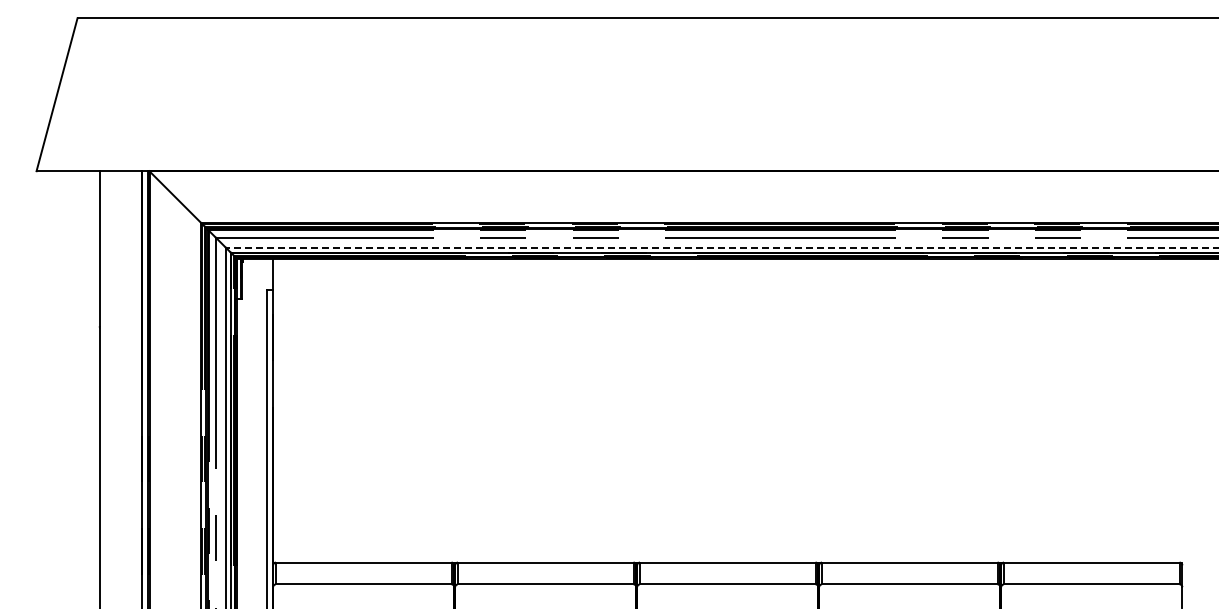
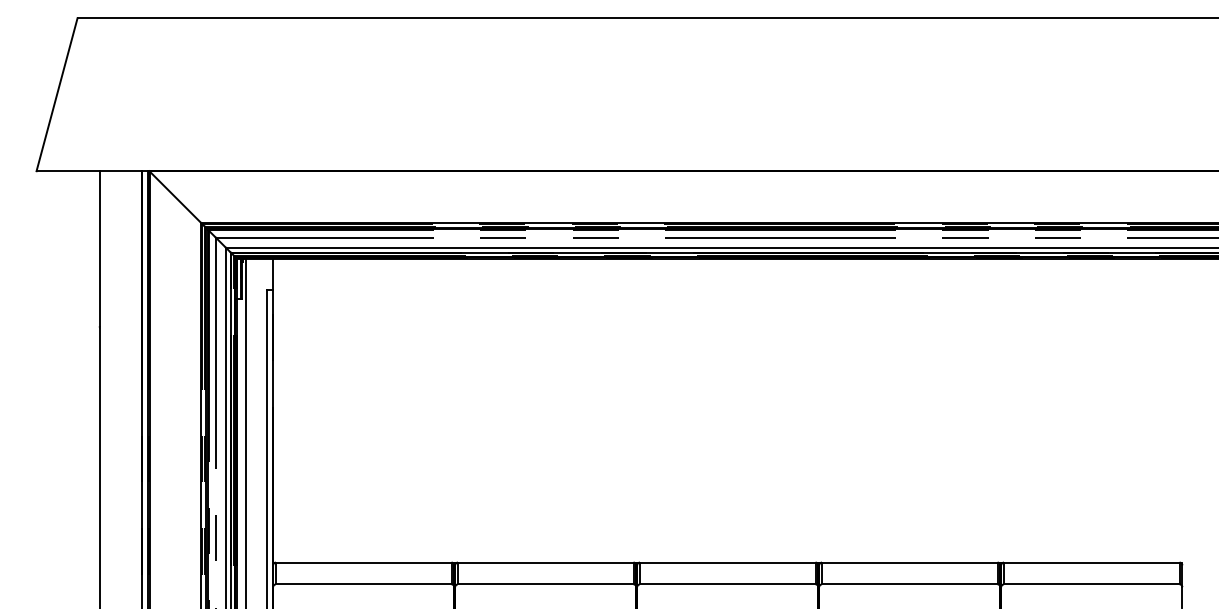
line at (721, 247): dashed -> solid
line at (245, 431): none -> present
